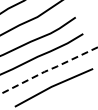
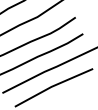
line at (49, 69): dashed -> solid
